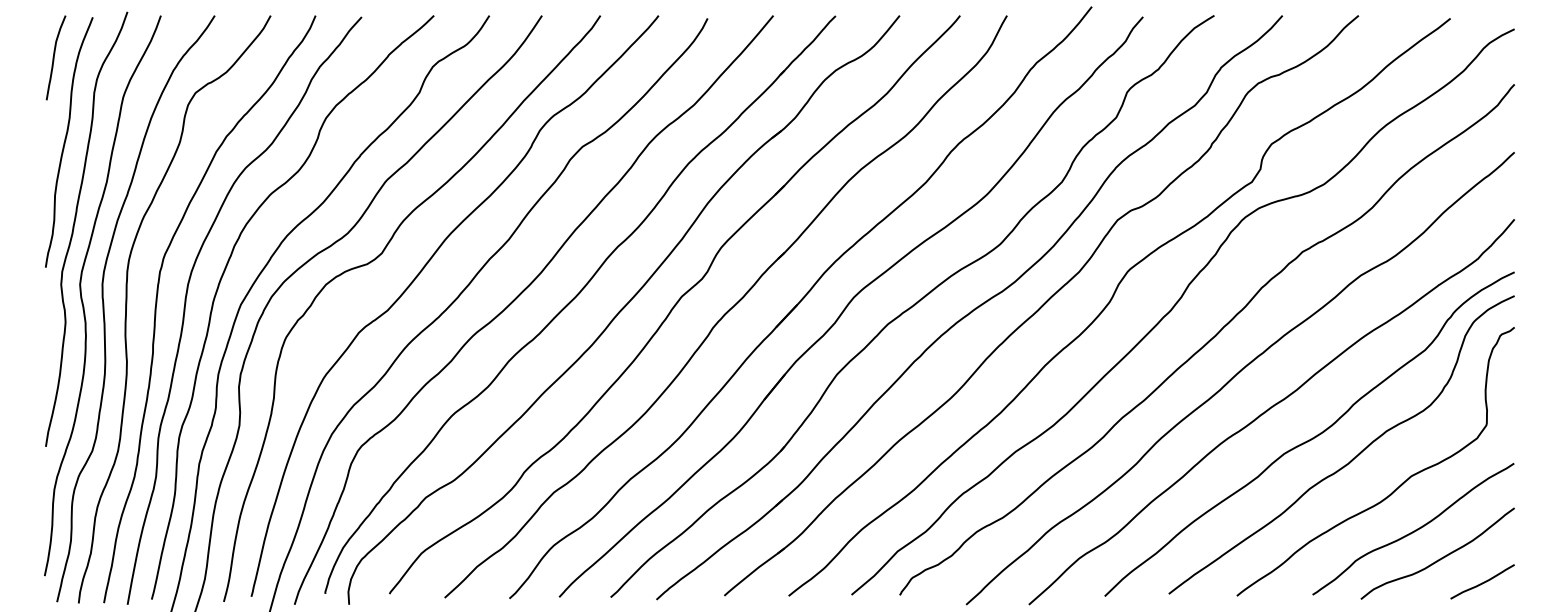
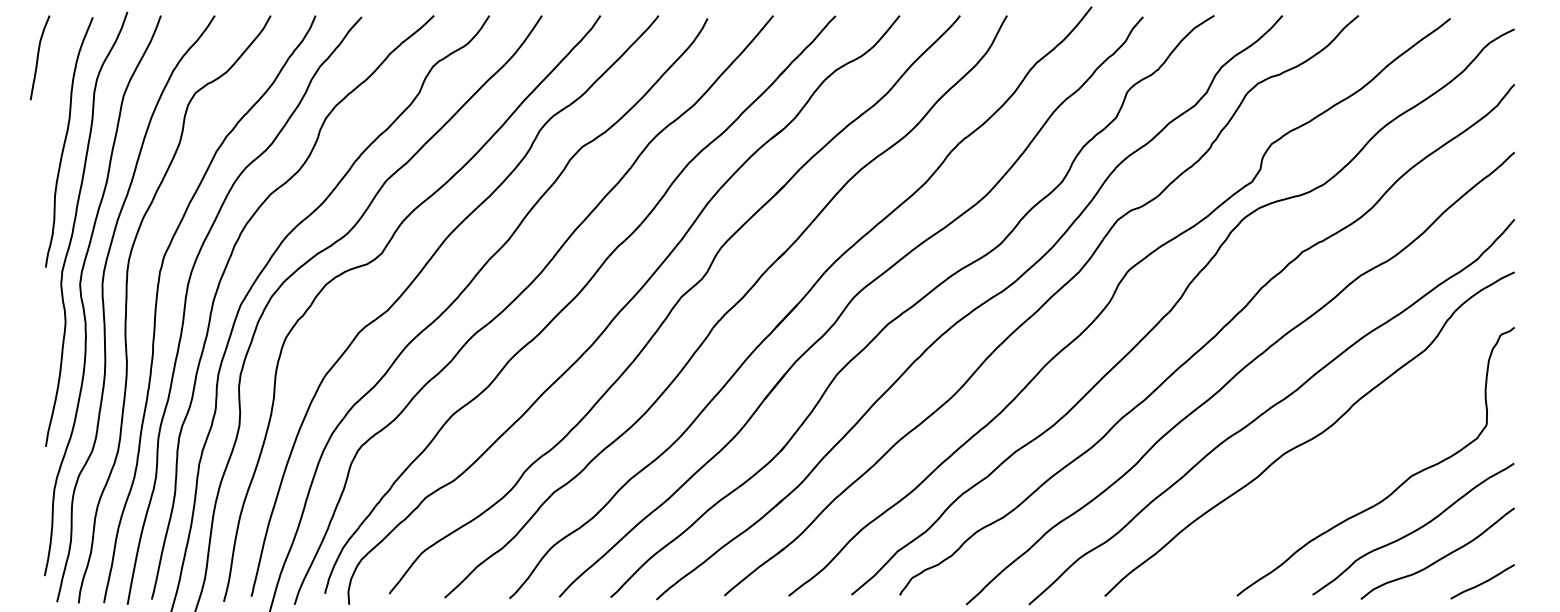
curve at (54, 57) position: (54, 57) -> (38, 57)
curve at (1353, 457): present -> none
